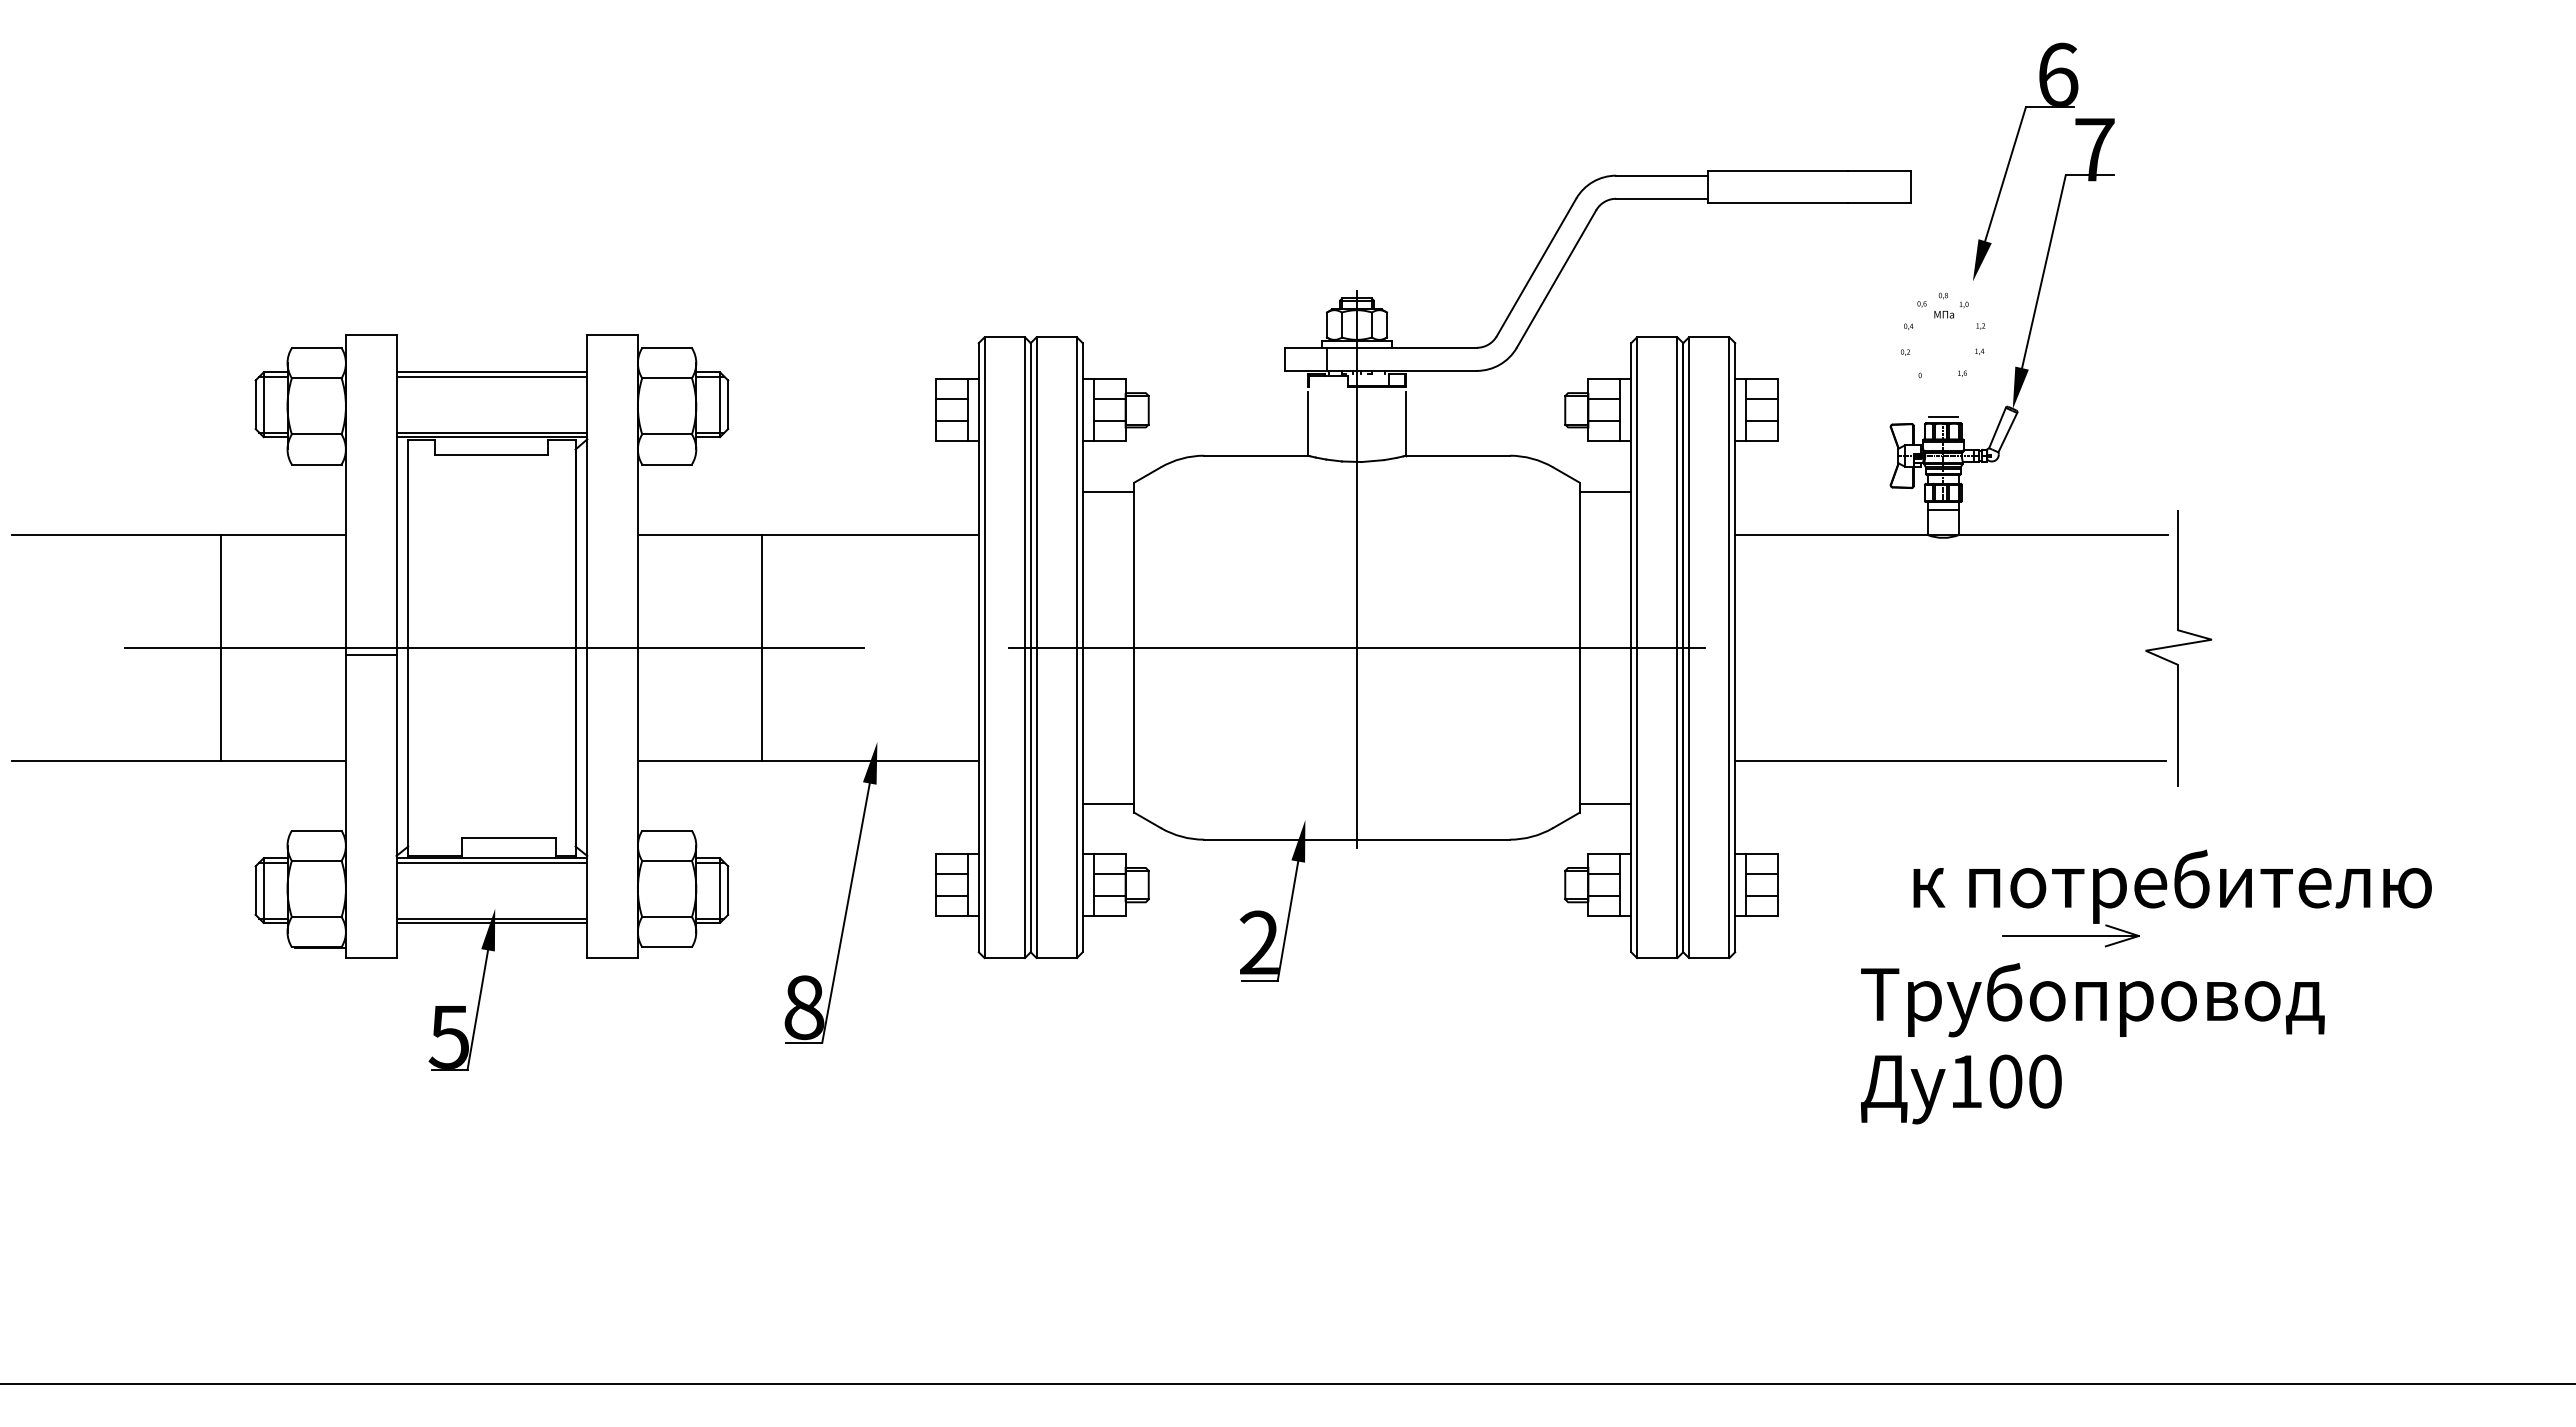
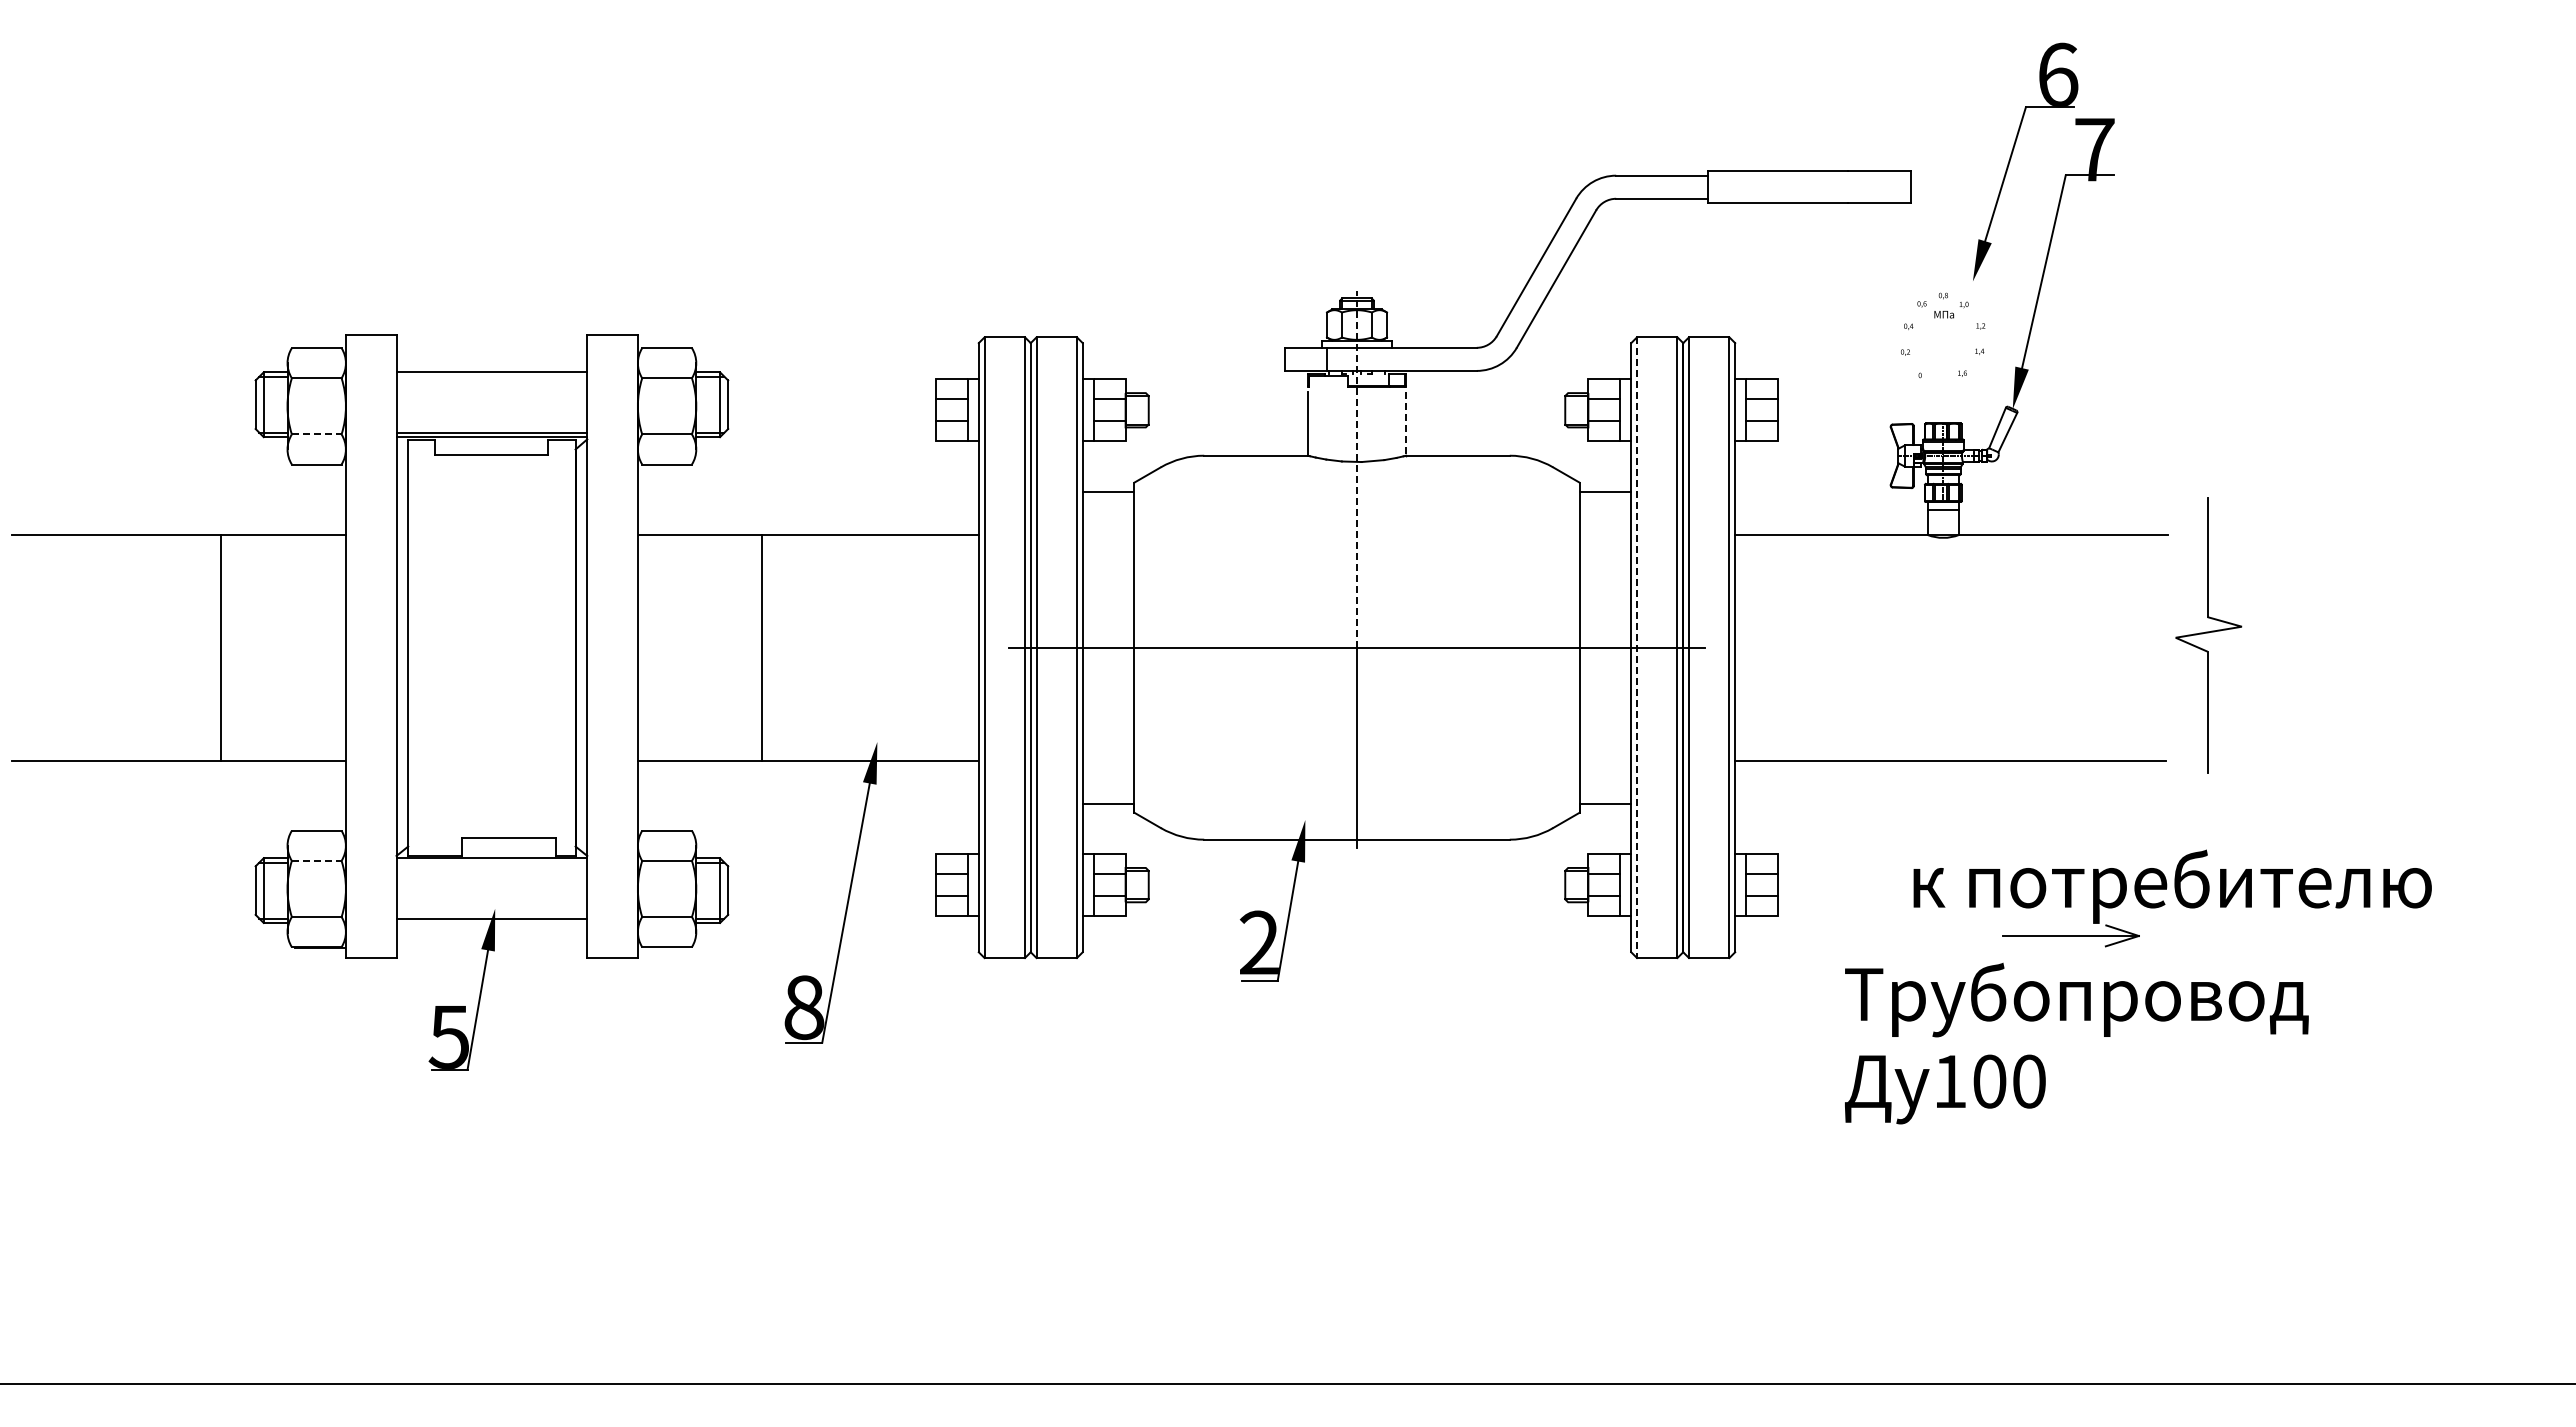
line at (491, 376): present -> none
line at (1942, 417): present -> none
line at (1406, 423): solid -> dashed
line at (316, 434): solid -> dashed
line at (1357, 468): solid -> dashed
line at (494, 648): present -> none
line at (1637, 648): solid -> dashed
part at (2178, 648) position: (2178, 648) -> (2208, 635)
line at (370, 655): present -> none
line at (316, 860): solid -> dashed
line at (491, 862): present -> none
line at (491, 922): present -> none
text at (2092, 1043) position: (2092, 1043) -> (2076, 1043)
